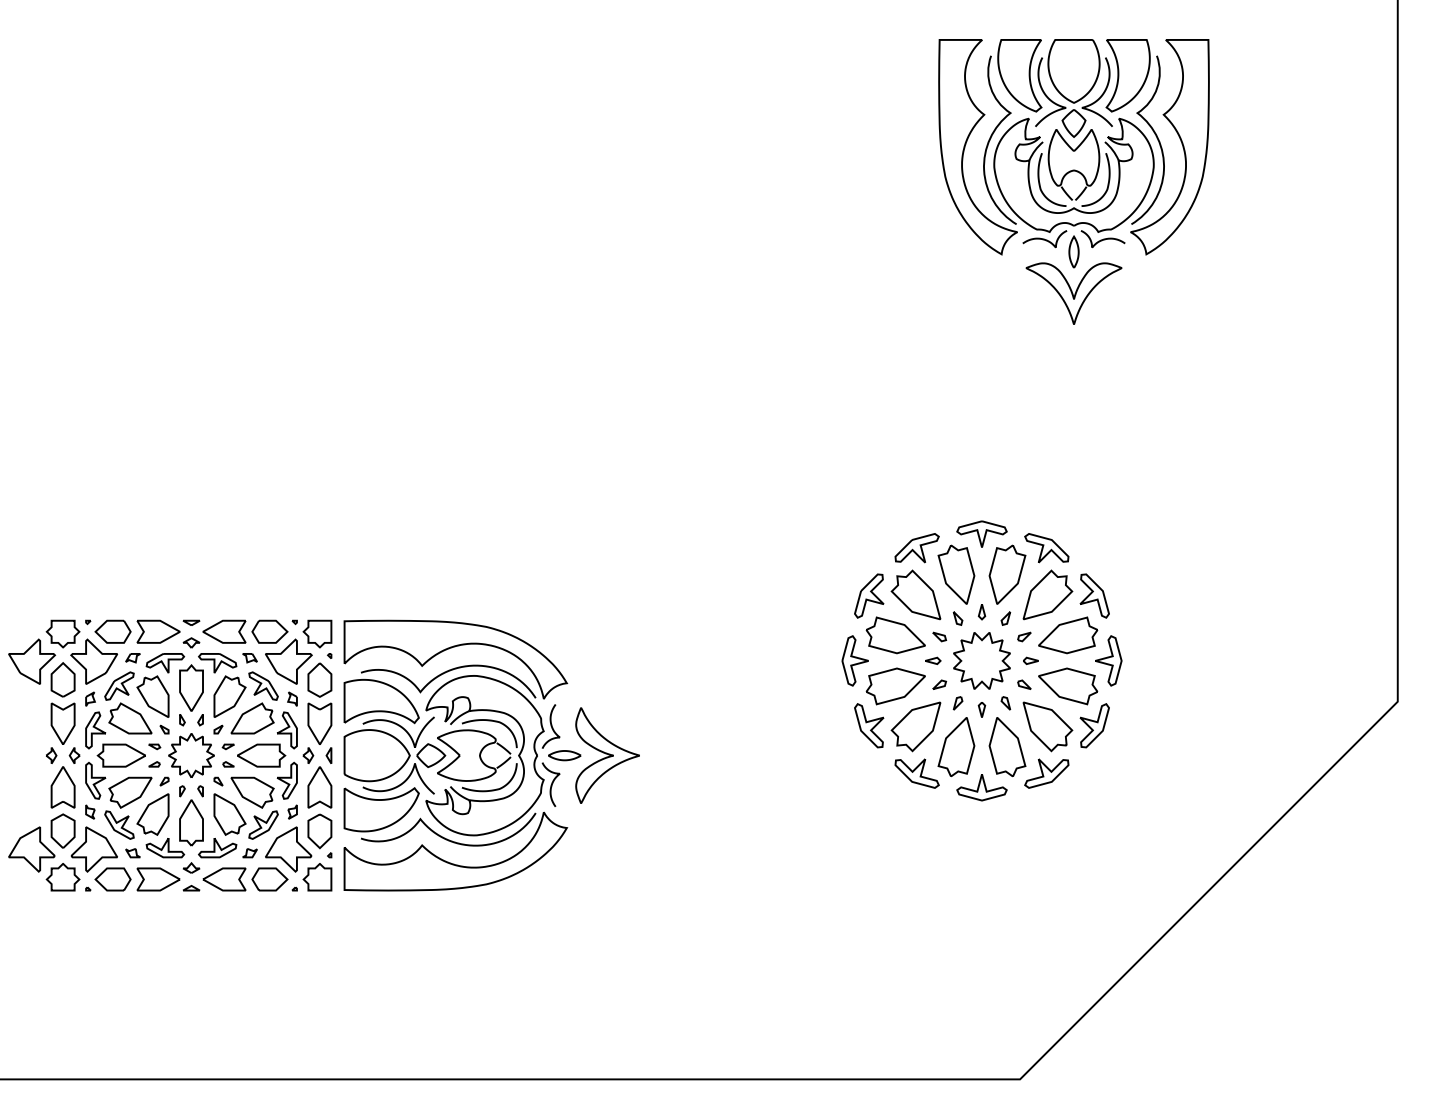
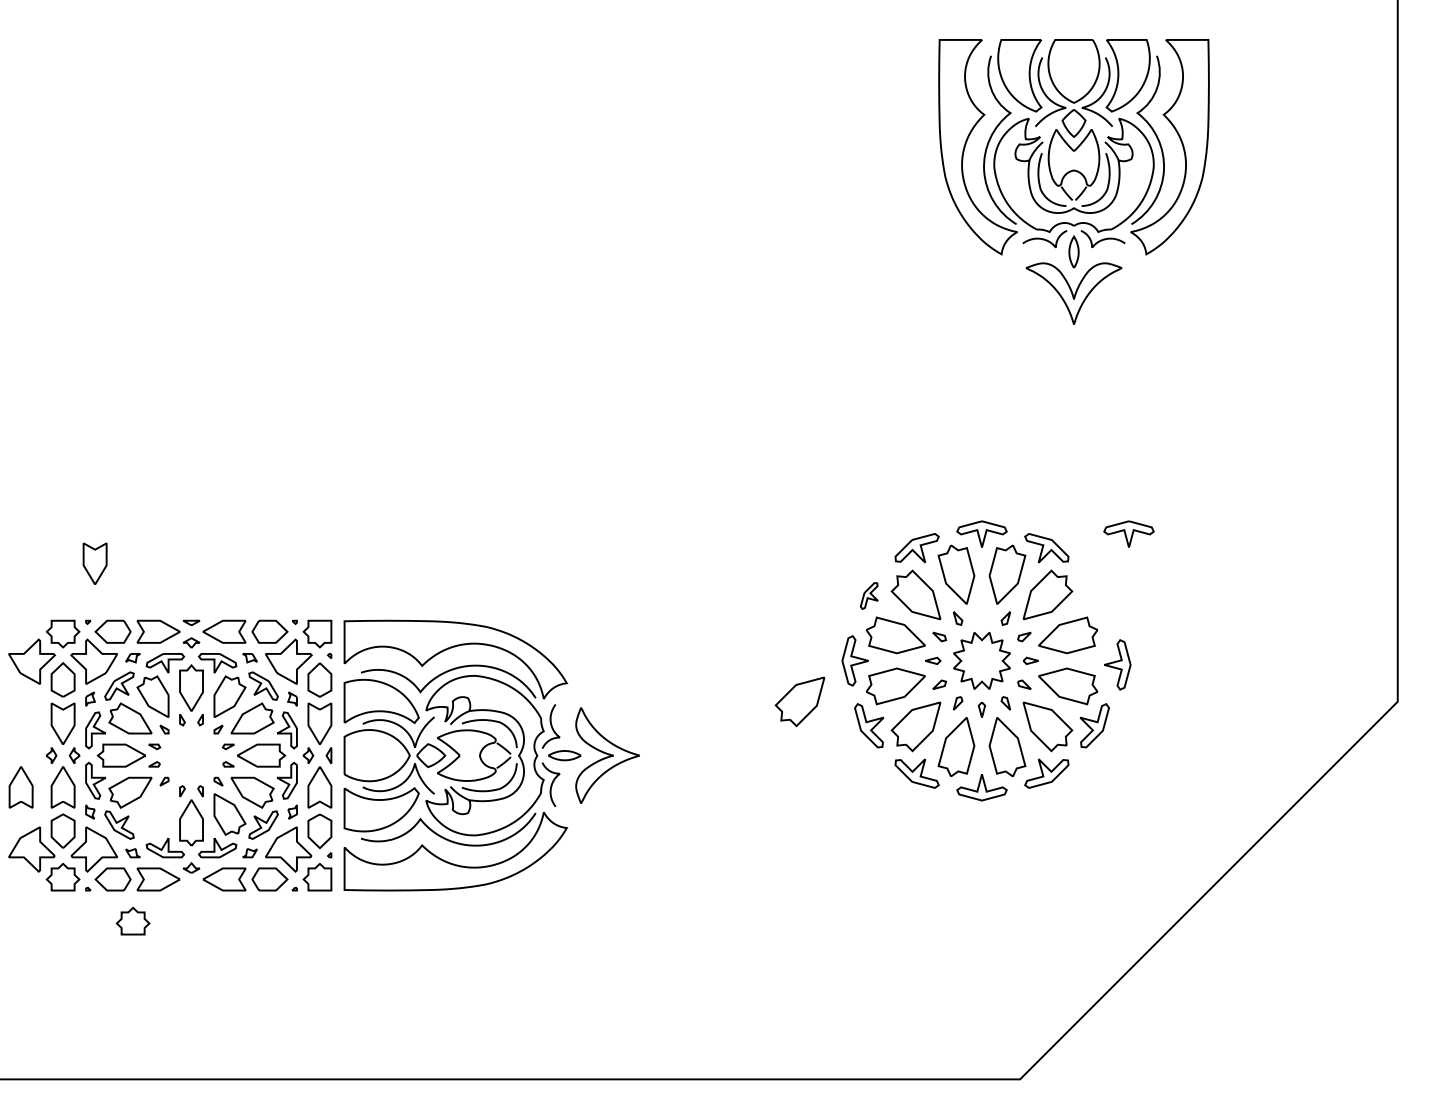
part at (1128, 533): none -> present
part at (94, 563): none -> present
part at (869, 595) size: 31x46 px -> 20x28 px
part at (1094, 595): present -> none
part at (981, 612): present -> none
part at (1108, 660) position: (1108, 660) -> (1117, 664)
part at (799, 701): none -> present
part at (191, 755): present -> none
part at (20, 787): none -> present
part at (152, 814): present -> none
part at (191, 888): present -> none
part at (132, 921): none -> present
